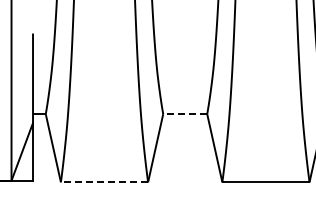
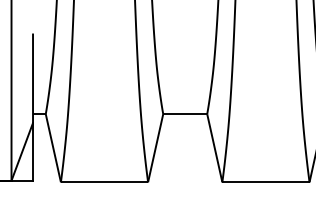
line at (185, 114): dashed -> solid
line at (104, 182): dashed -> solid
